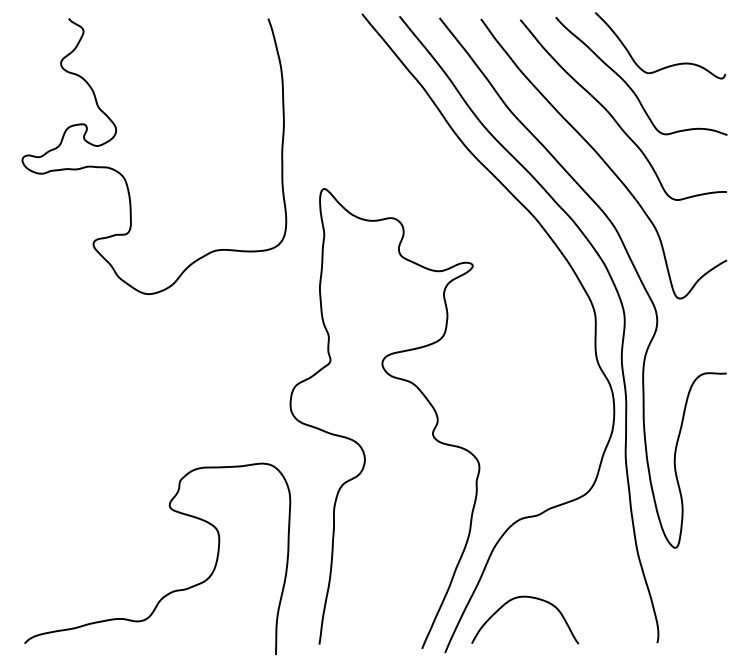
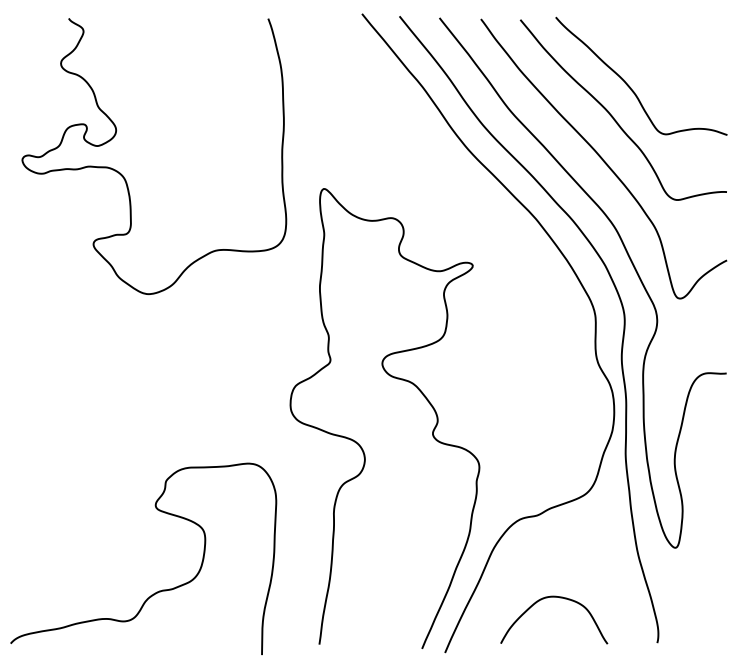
curve at (668, 65): present -> none
curve at (173, 590) position: (173, 590) -> (159, 590)
curve at (530, 598) position: (530, 598) -> (559, 598)
